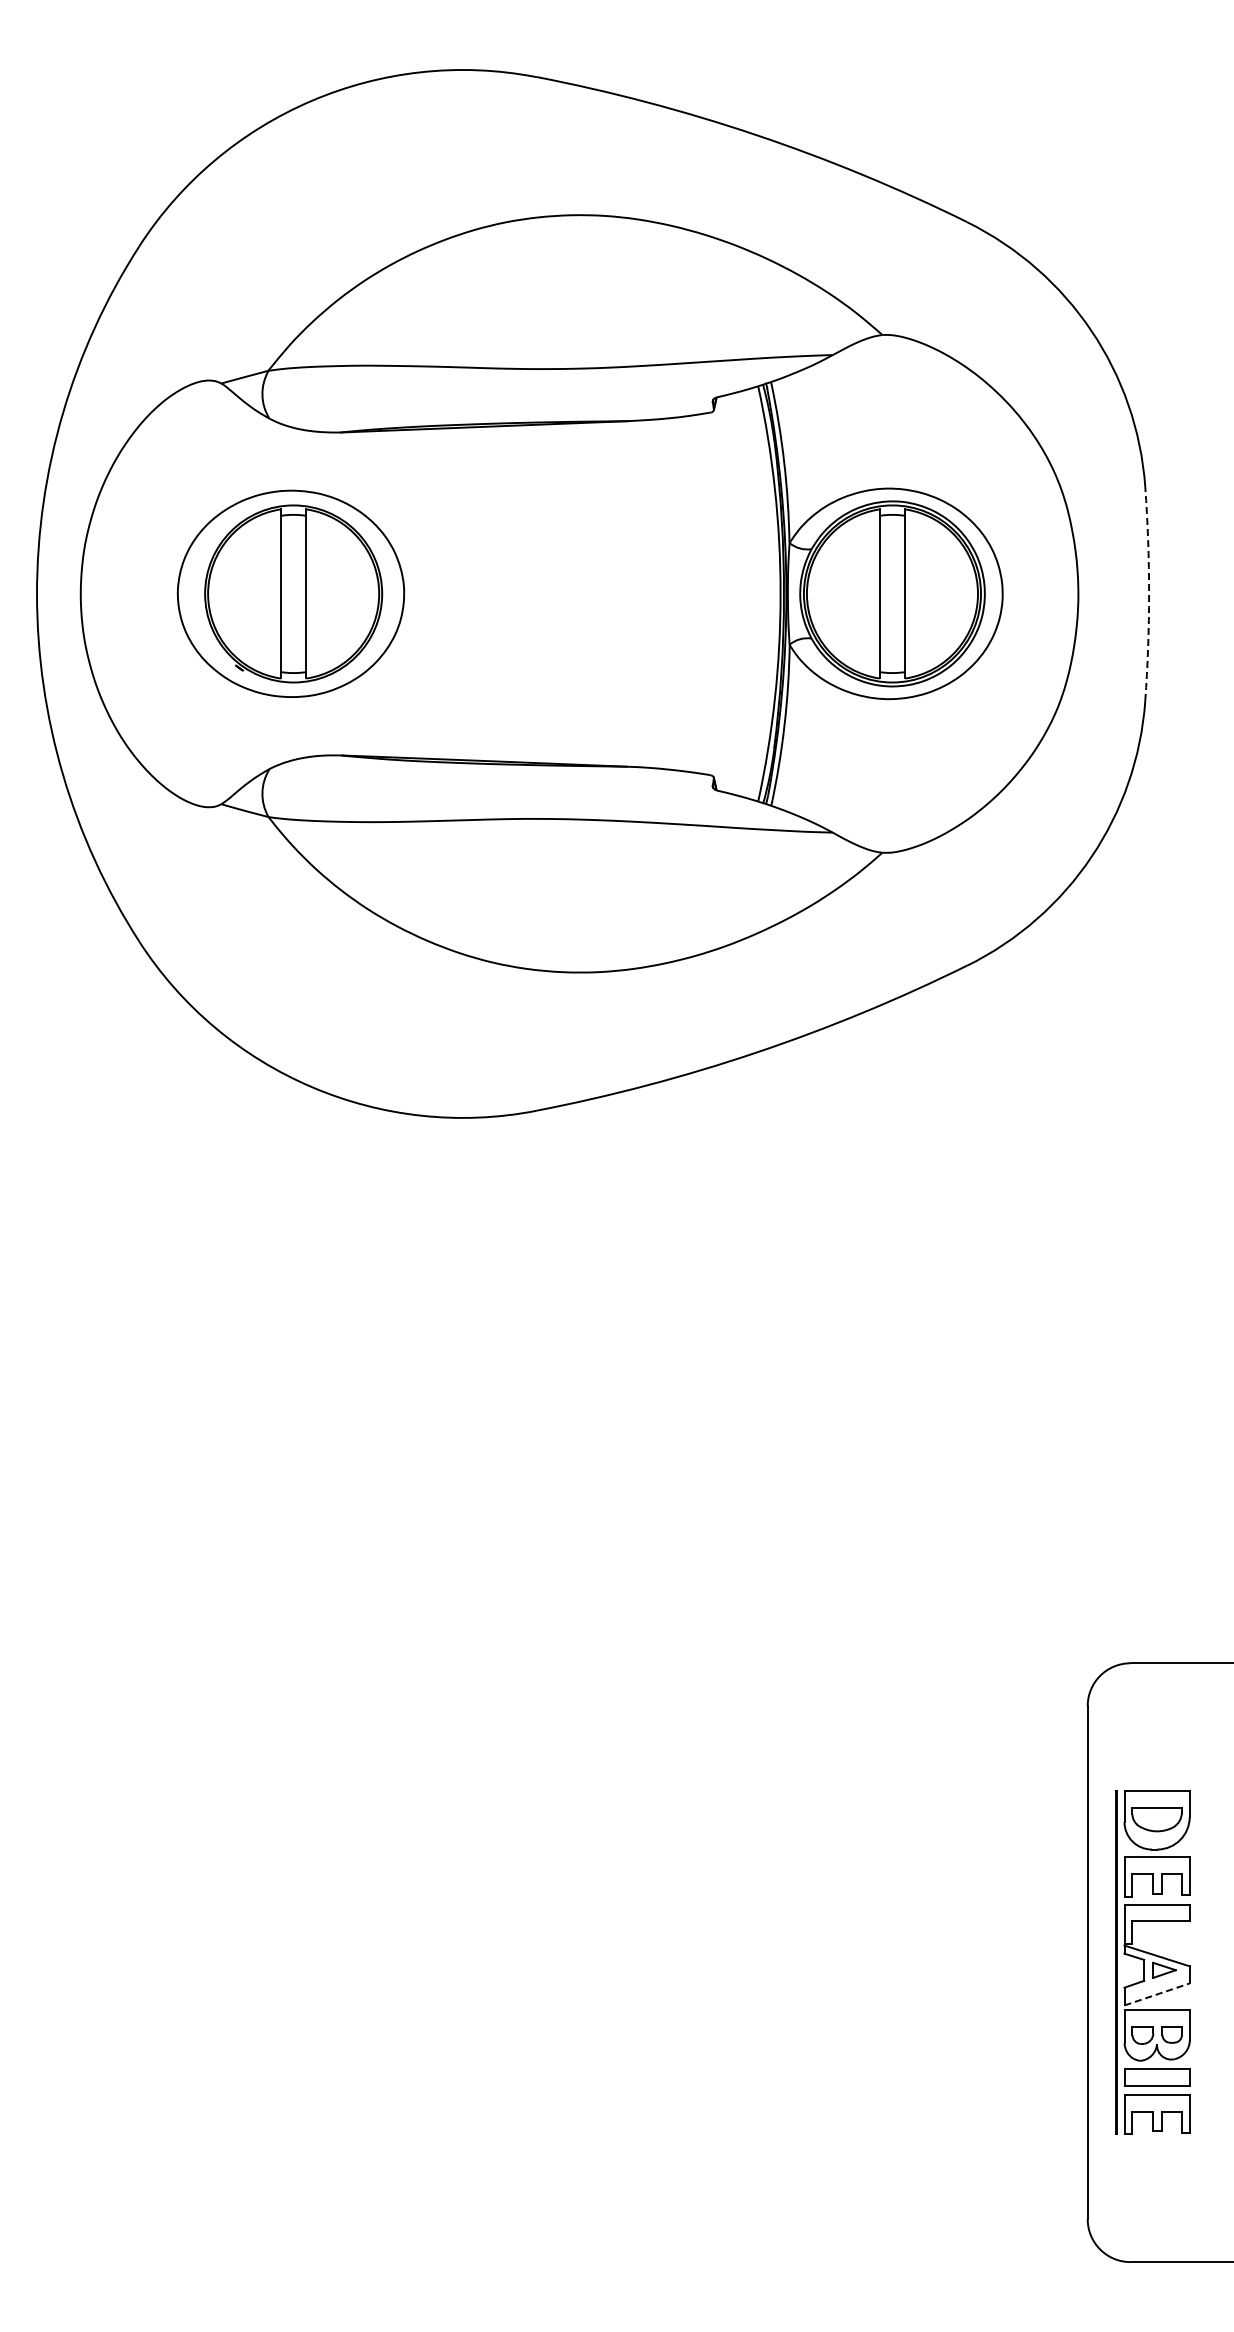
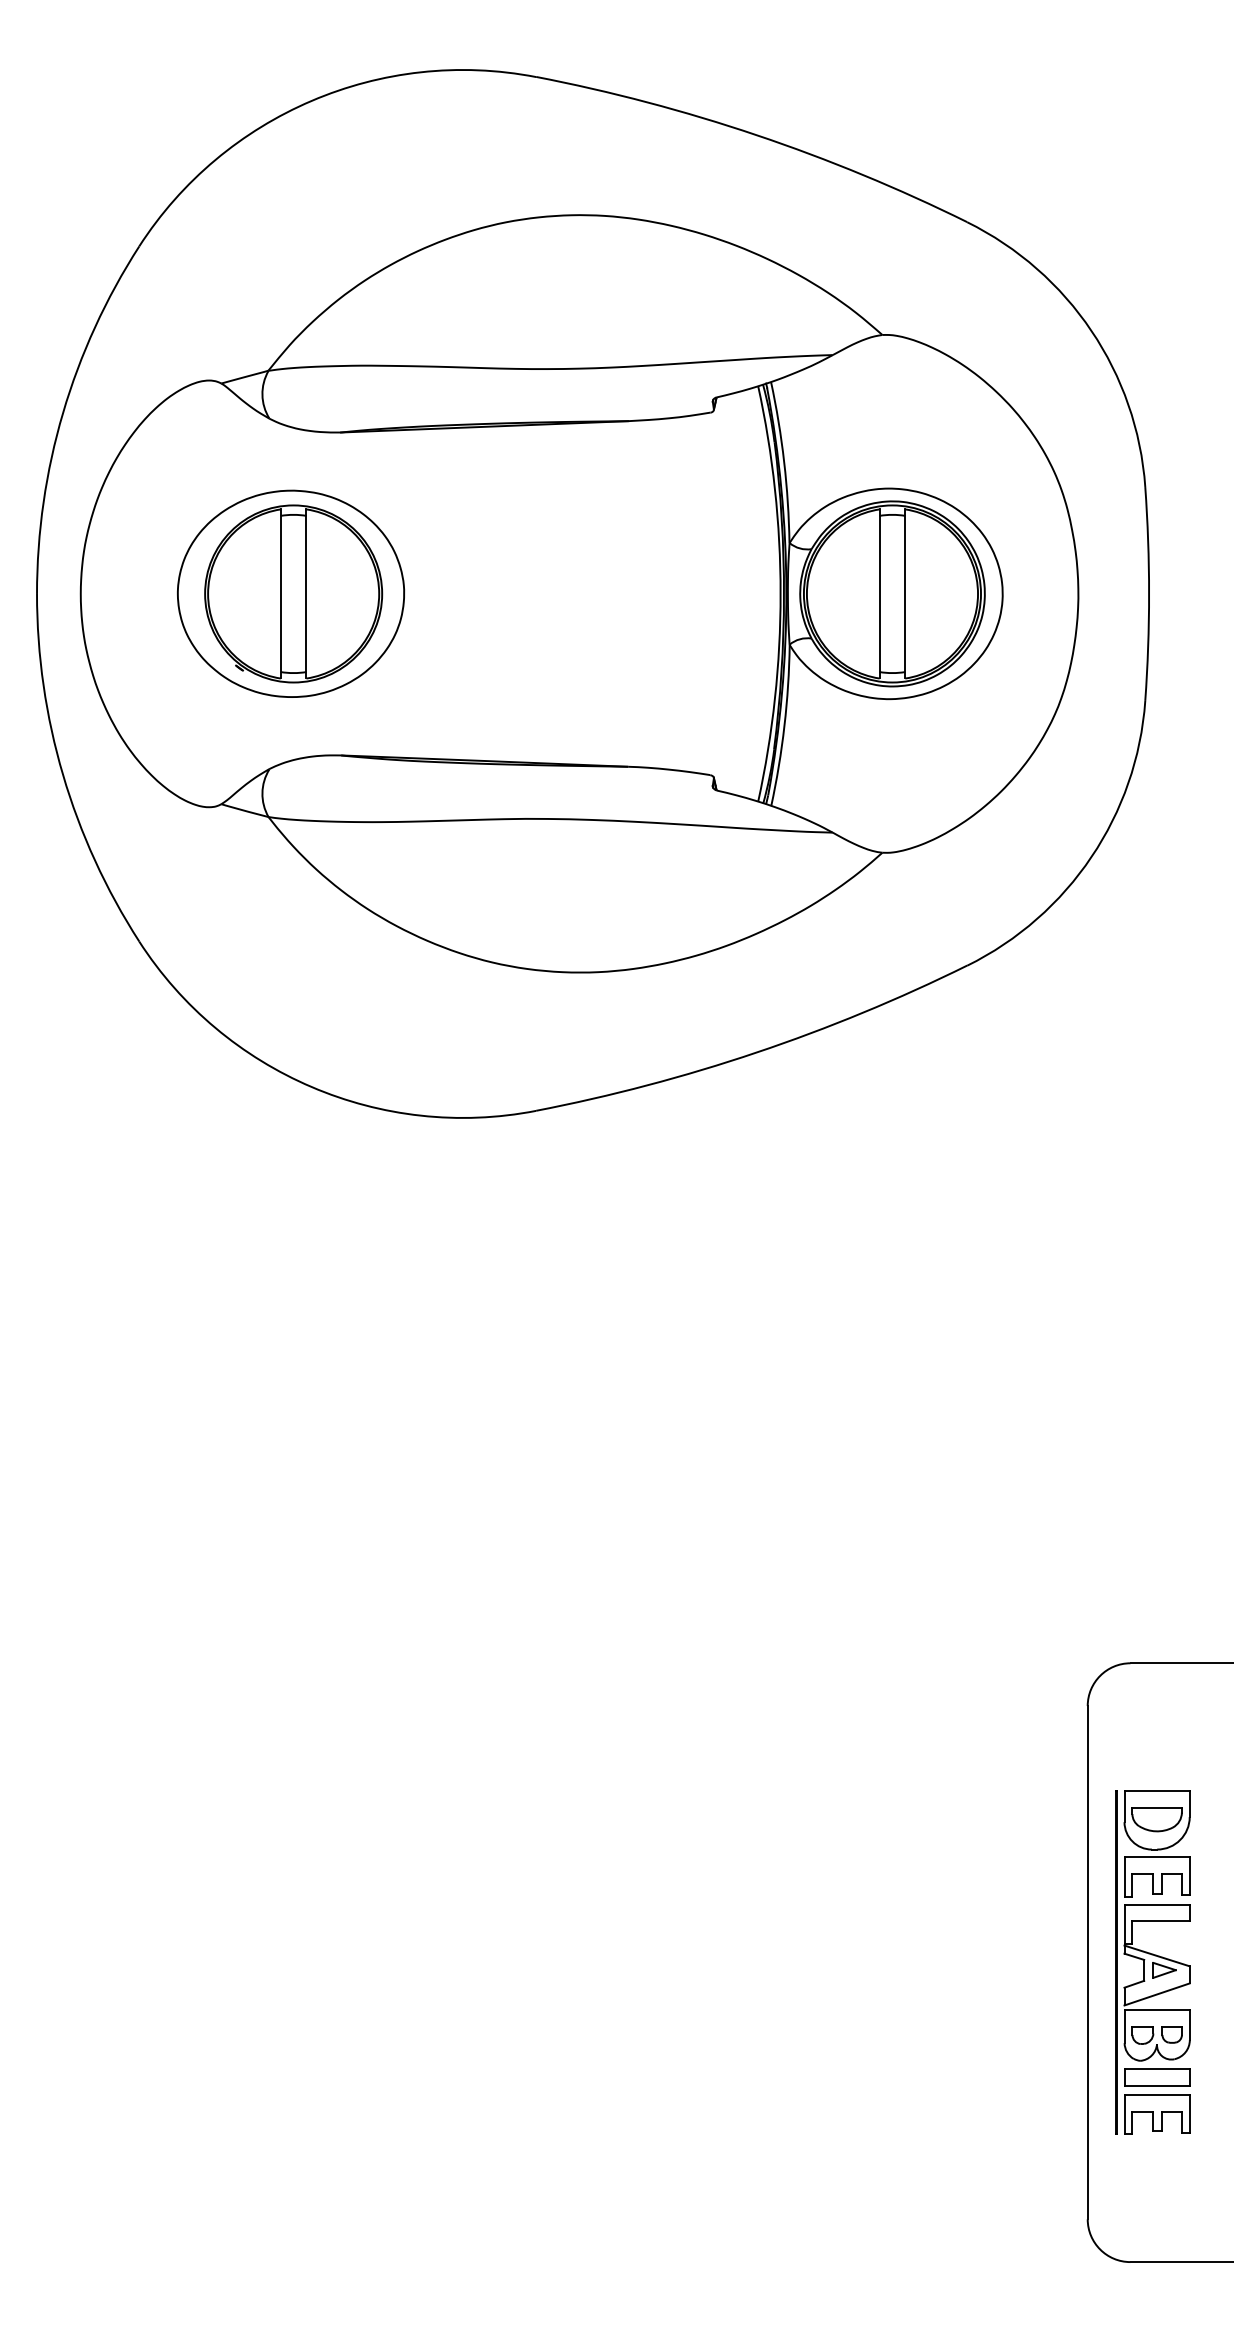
arc at (1149, 593): dashed -> solid
line at (1157, 1994): dashed -> solid
